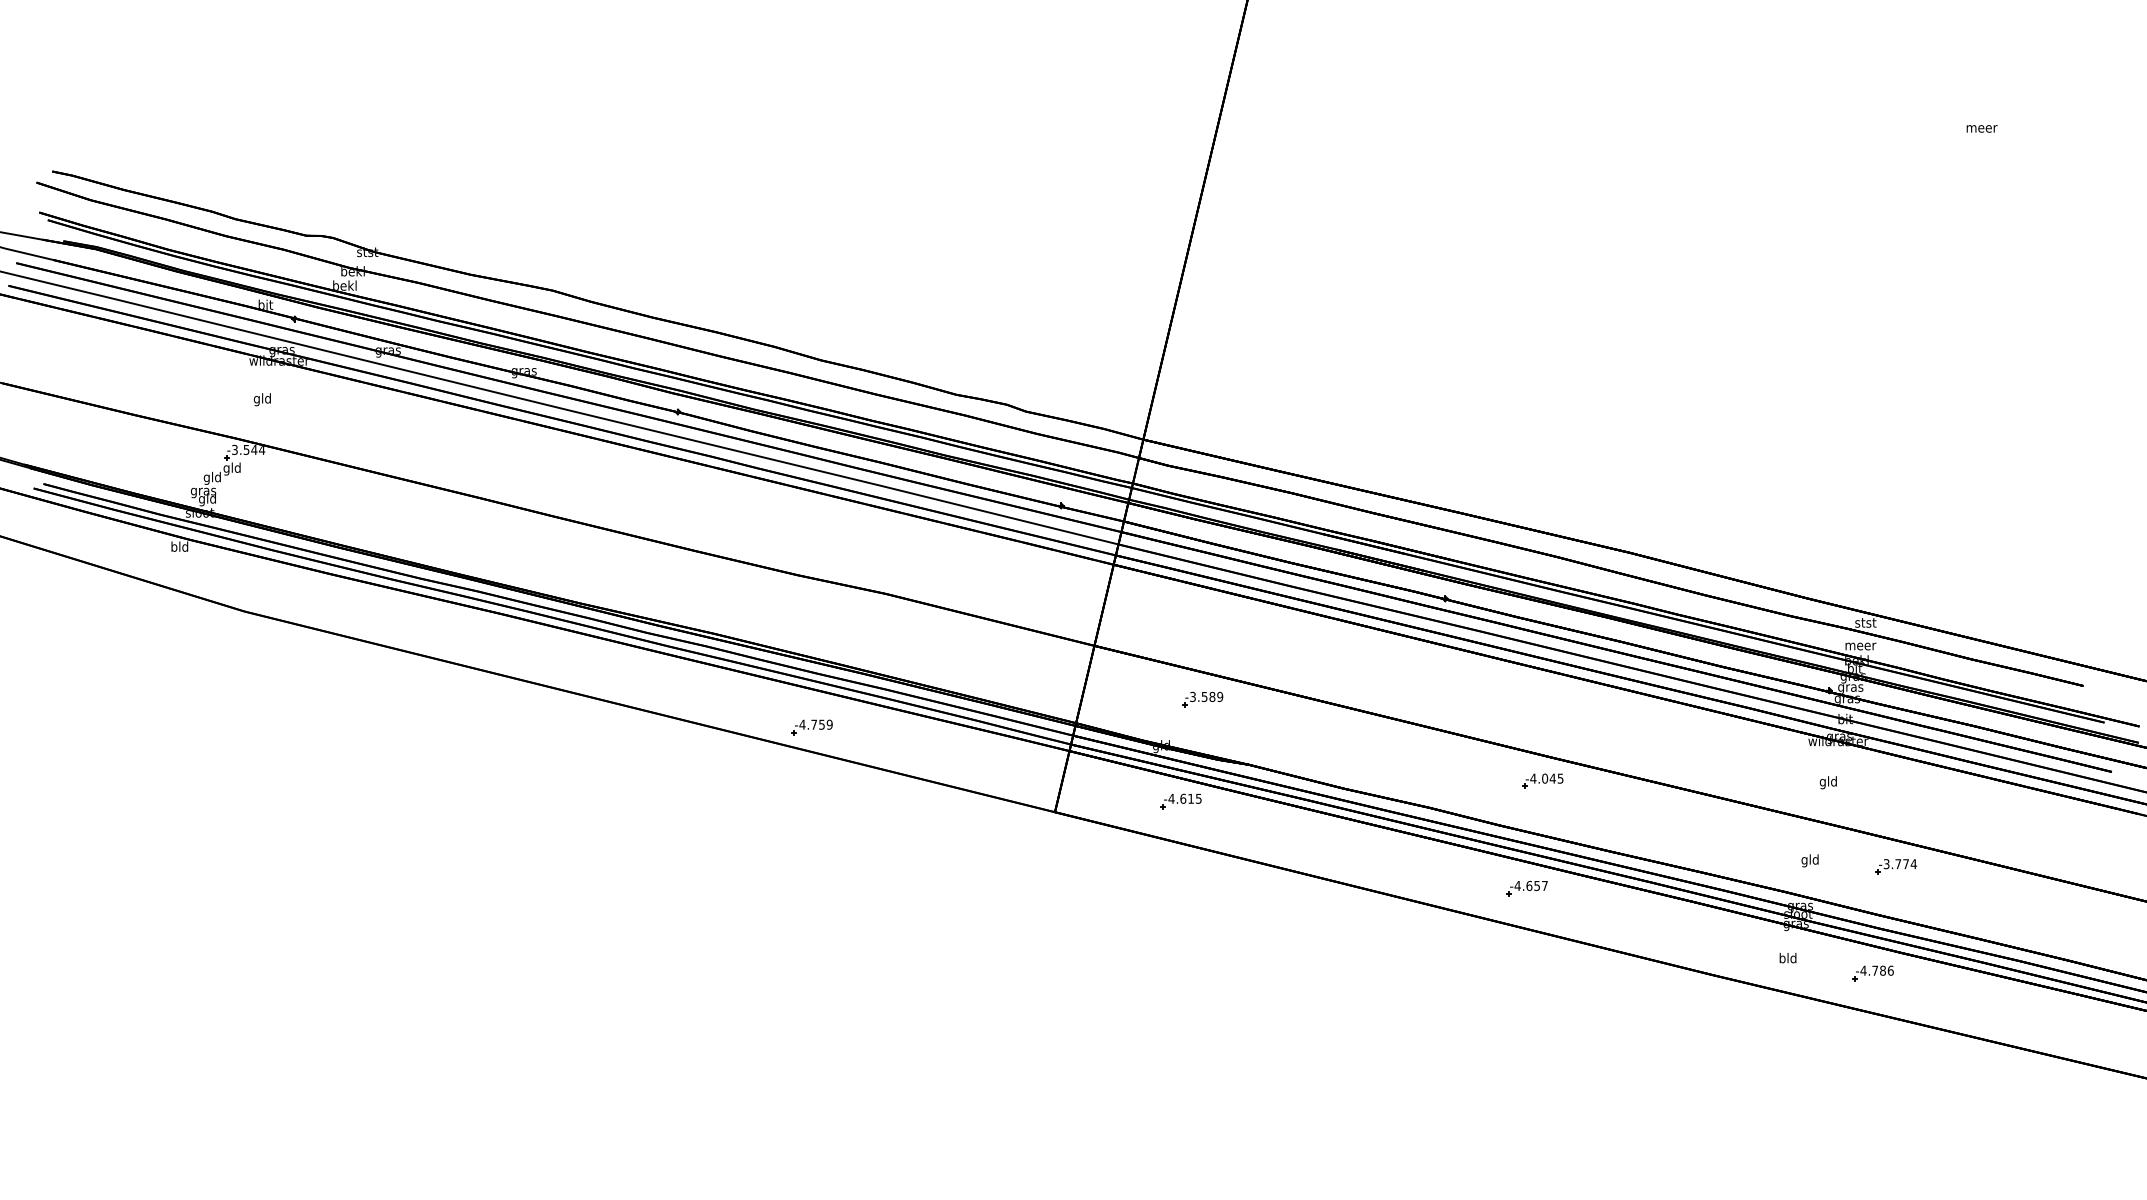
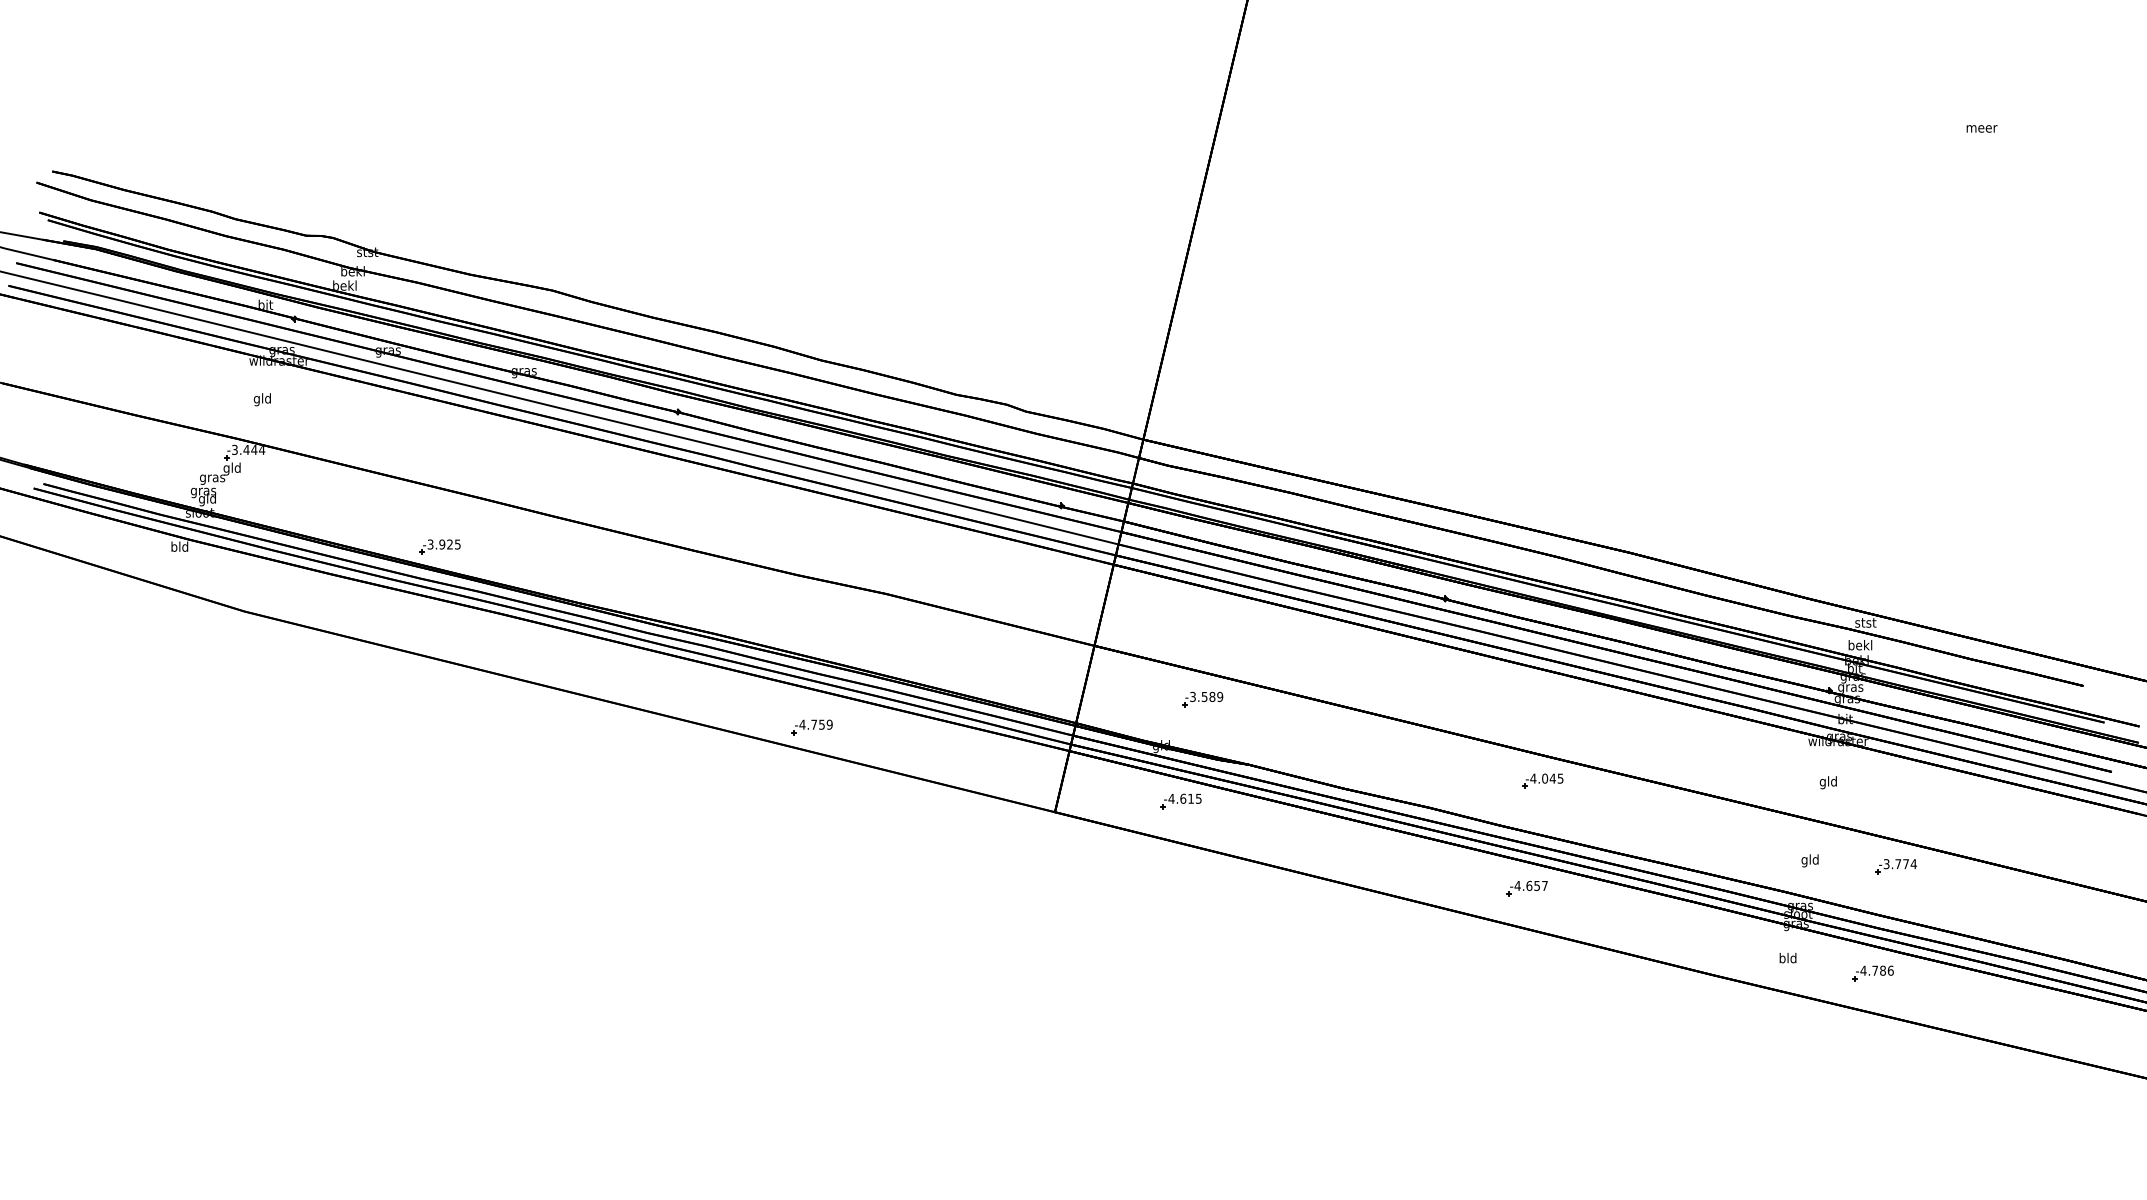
text at (246, 449): -3.544 -> -3.444
text at (212, 477): gld -> gras
part at (439, 546): none -> present
text at (1860, 645): meer -> bekl
